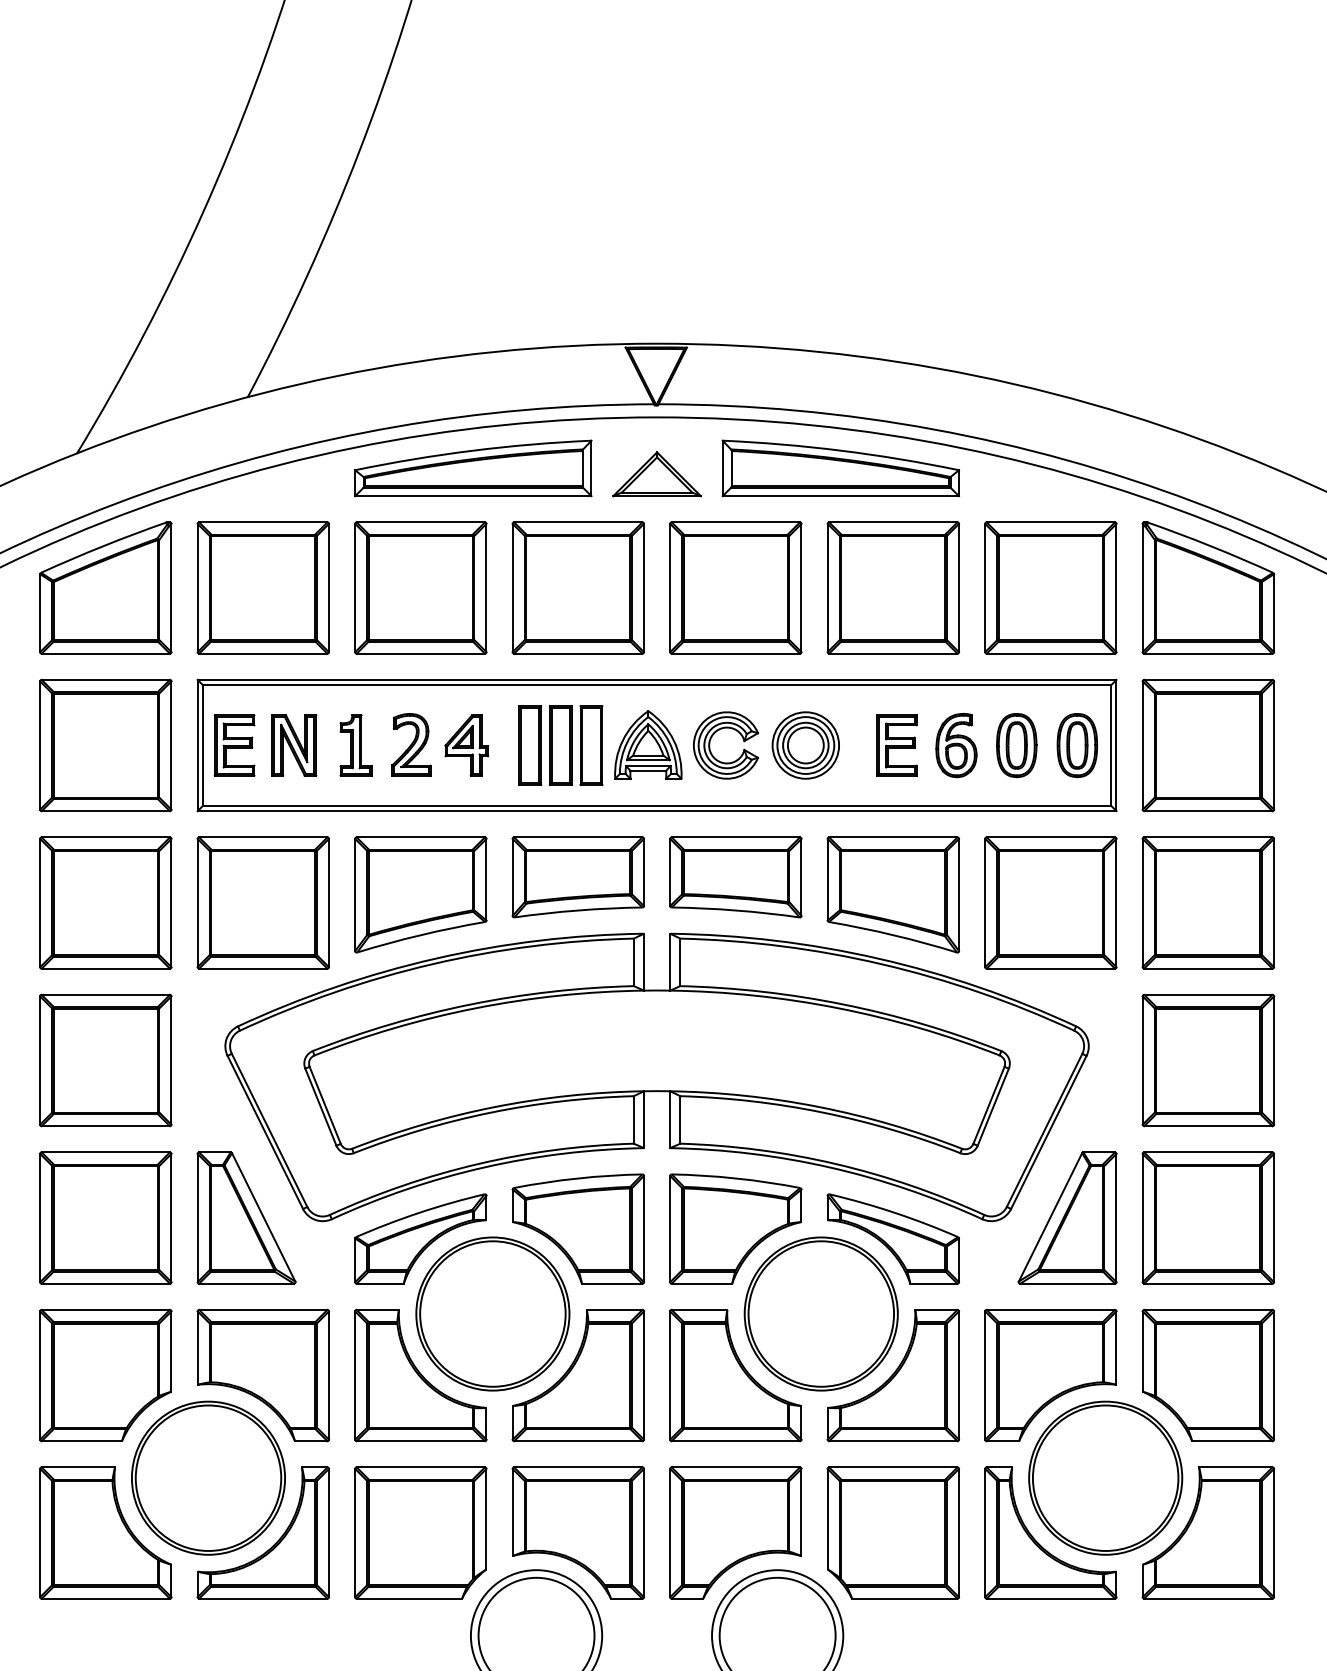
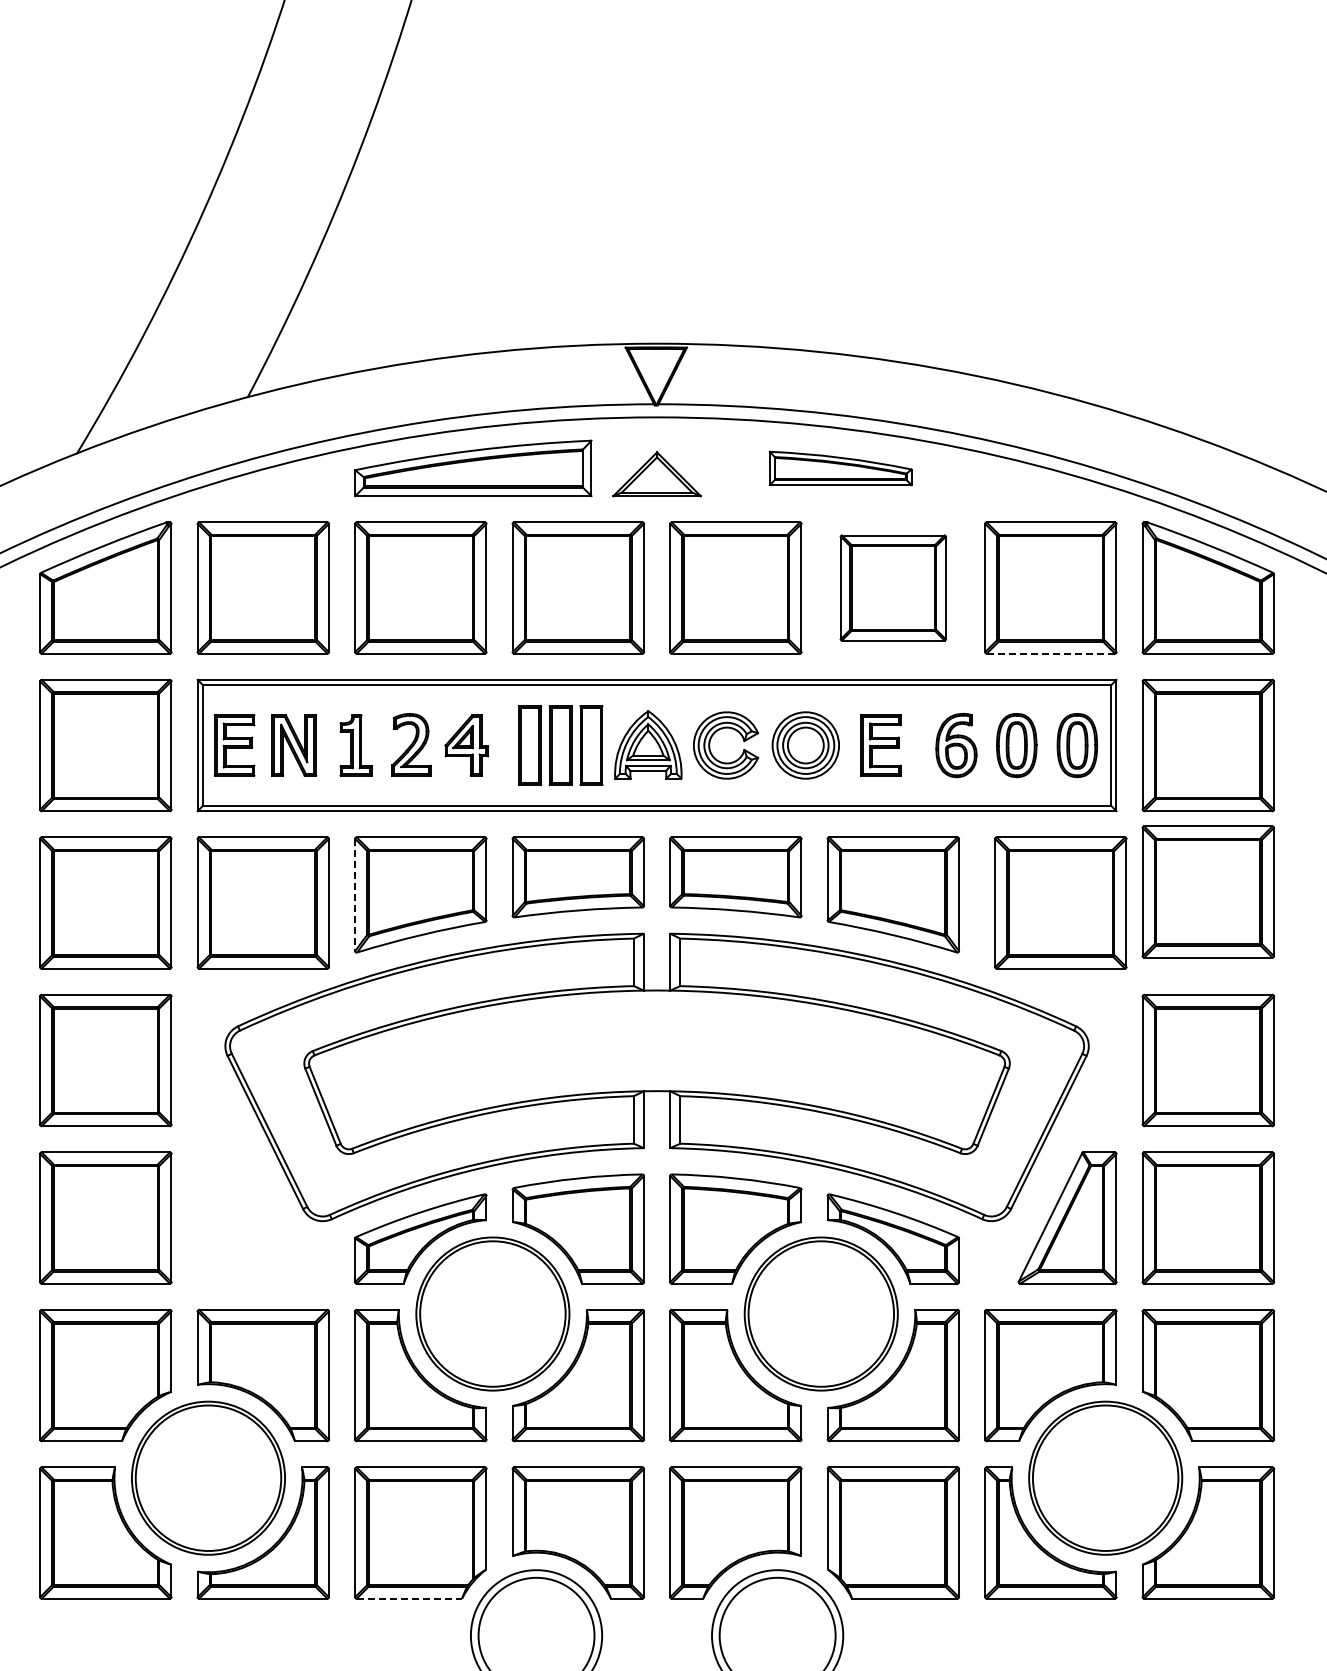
part at (840, 468) size: 239x59 px -> 145x37 px
part at (892, 587) size: 134x134 px -> 108x108 px
line at (1051, 653): solid -> dashed
part at (896, 745) position: (896, 745) -> (880, 745)
line at (355, 895): solid -> dashed
part at (1050, 902) position: (1050, 902) -> (1060, 902)
part at (1207, 902) position: (1207, 902) -> (1207, 891)
part at (246, 1217): present -> none
line at (409, 1598): solid -> dashed
